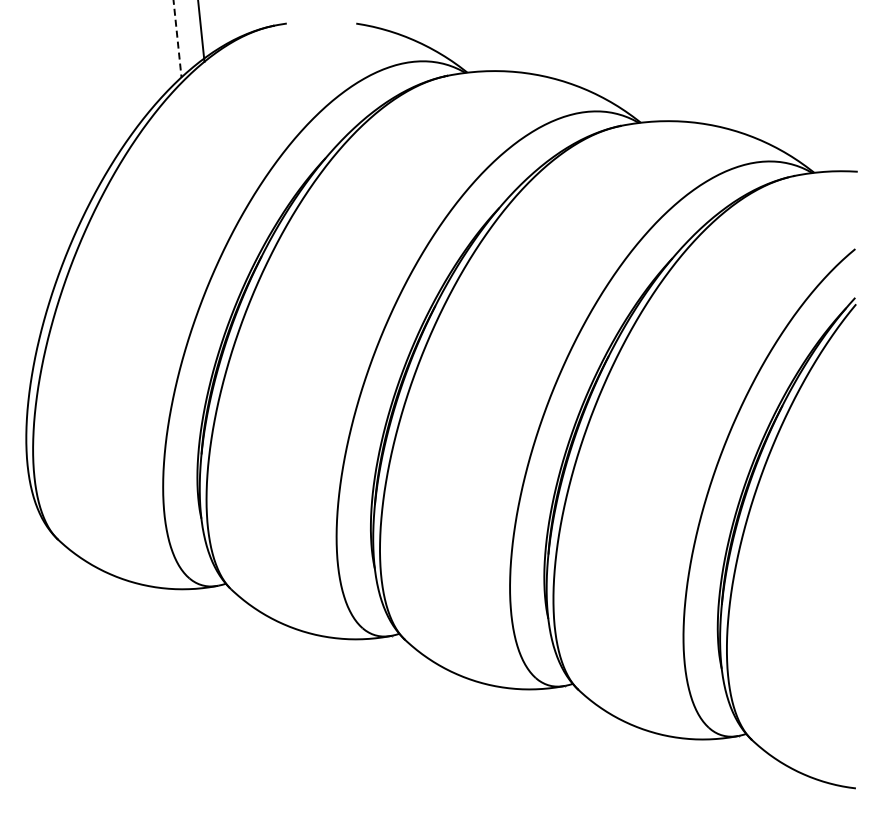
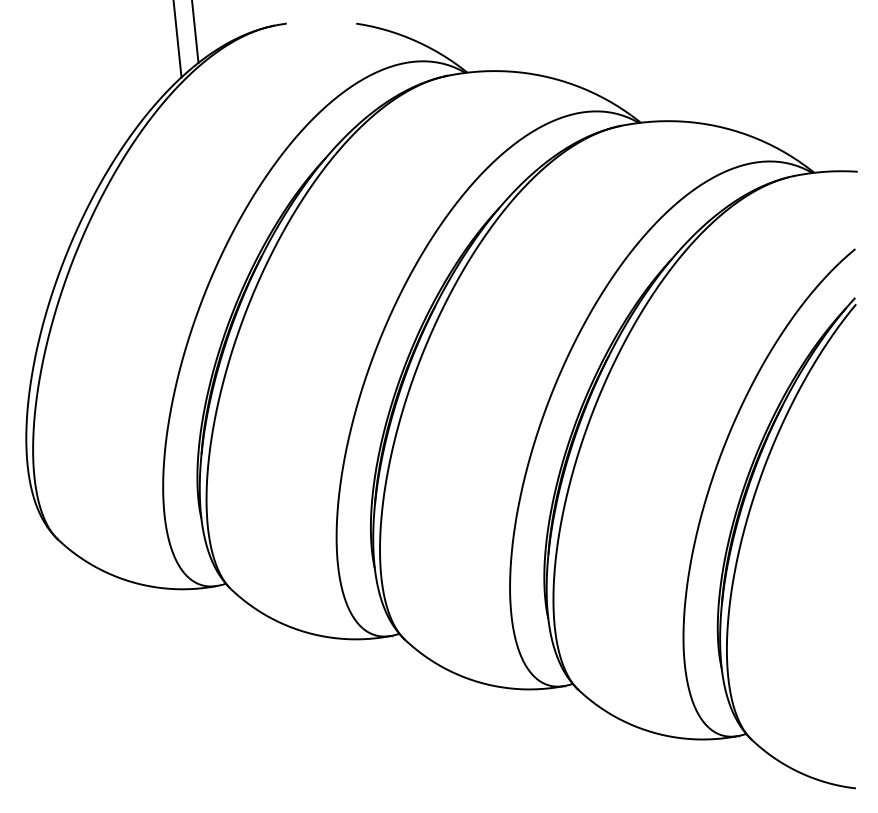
line at (201, 31) position: (201, 31) -> (195, 32)
line at (177, 39): dashed -> solid
